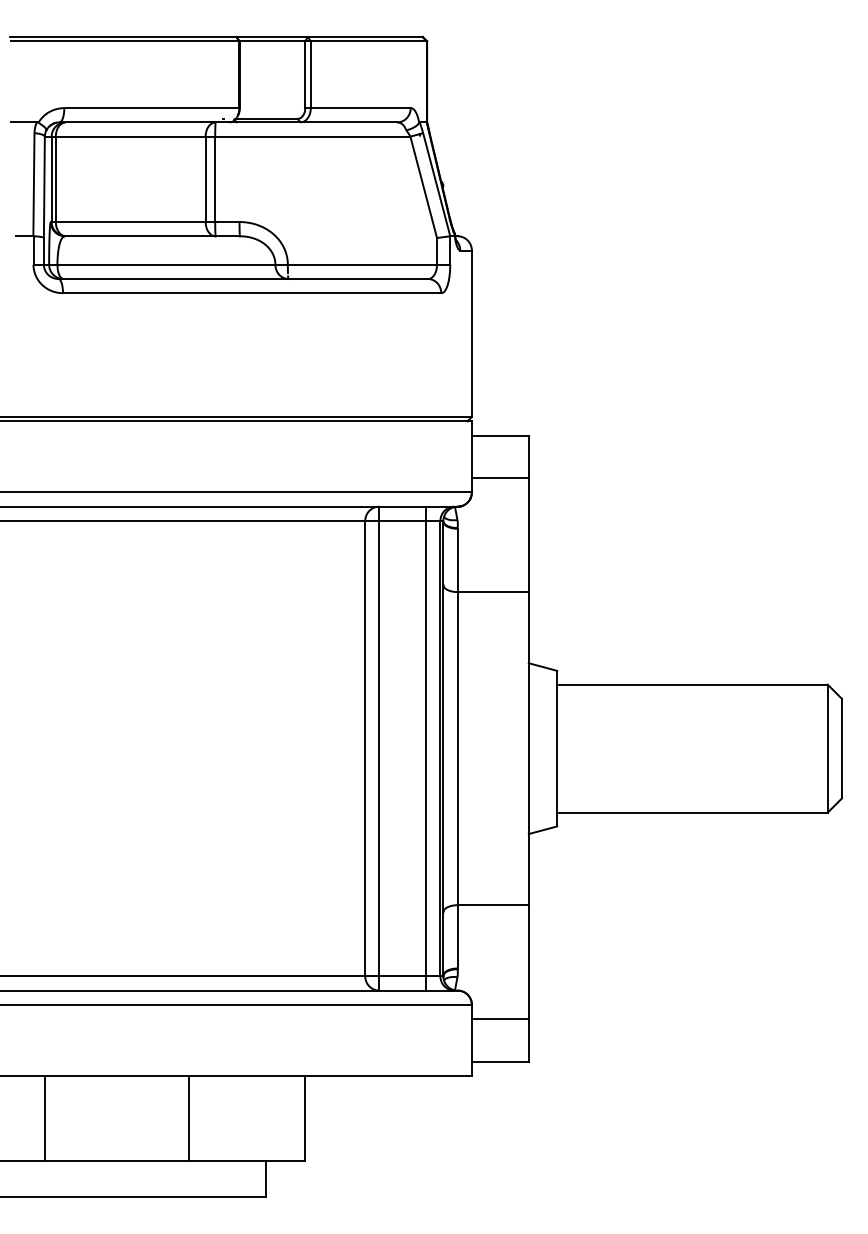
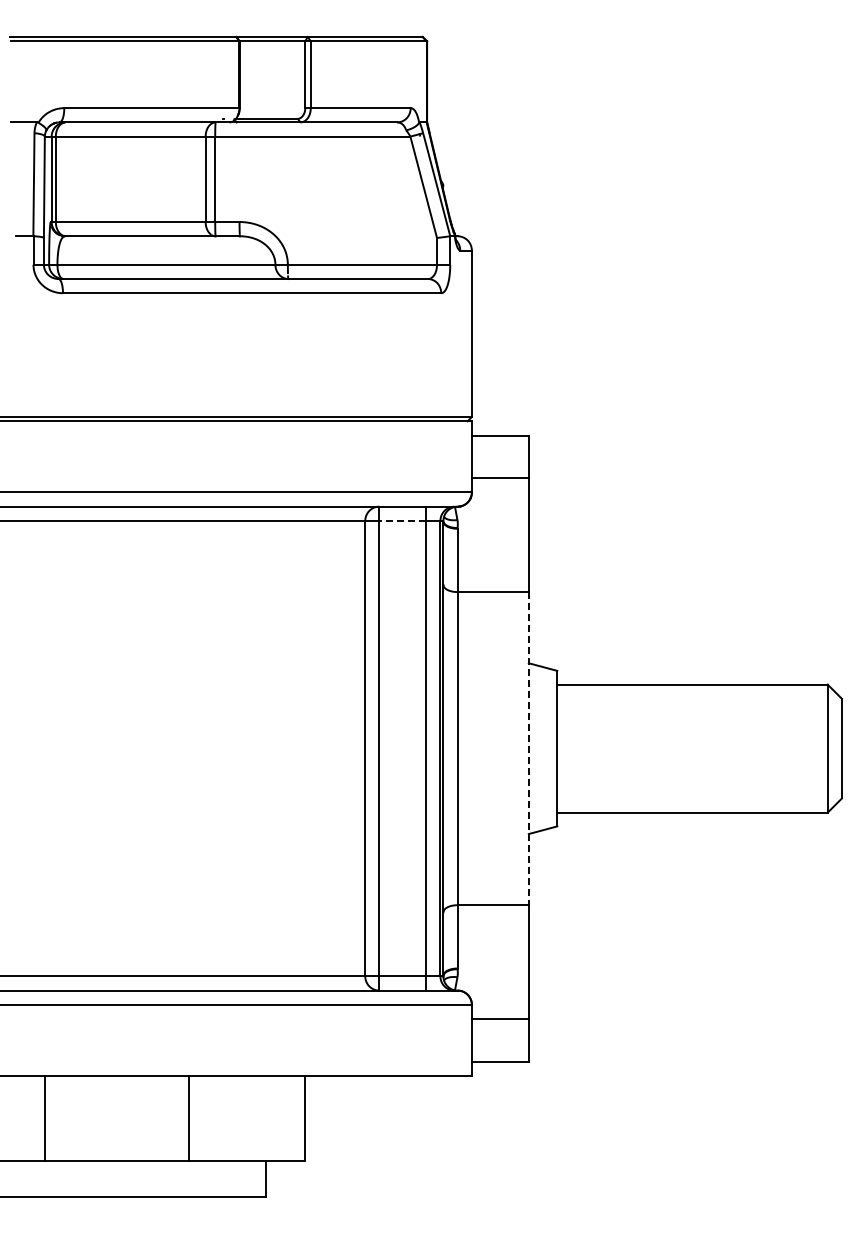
line at (402, 520): solid -> dashed
line at (528, 748): solid -> dashed
